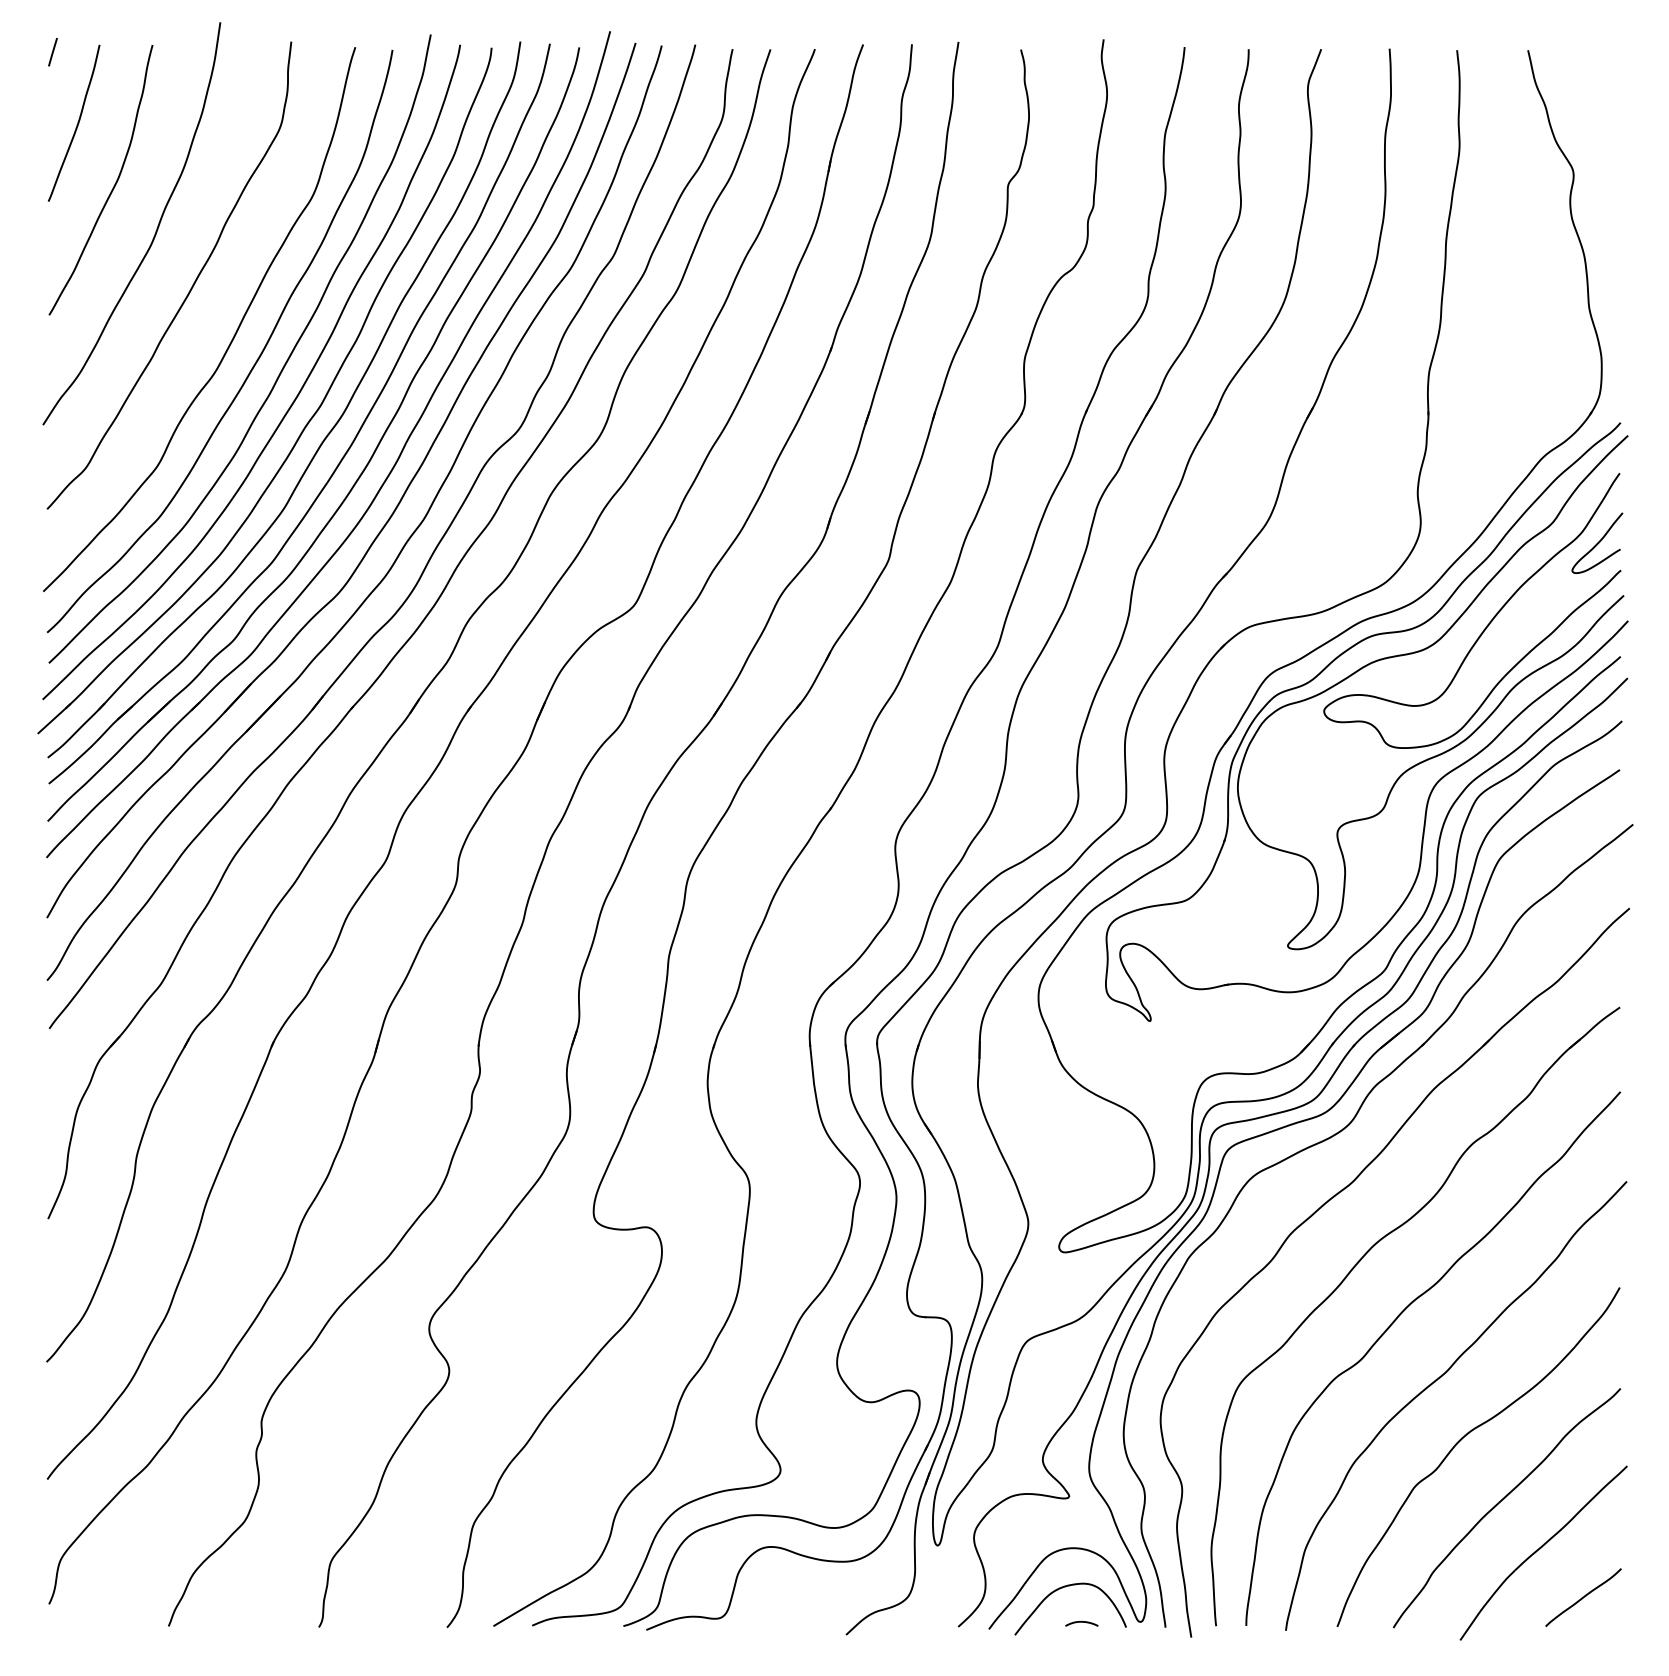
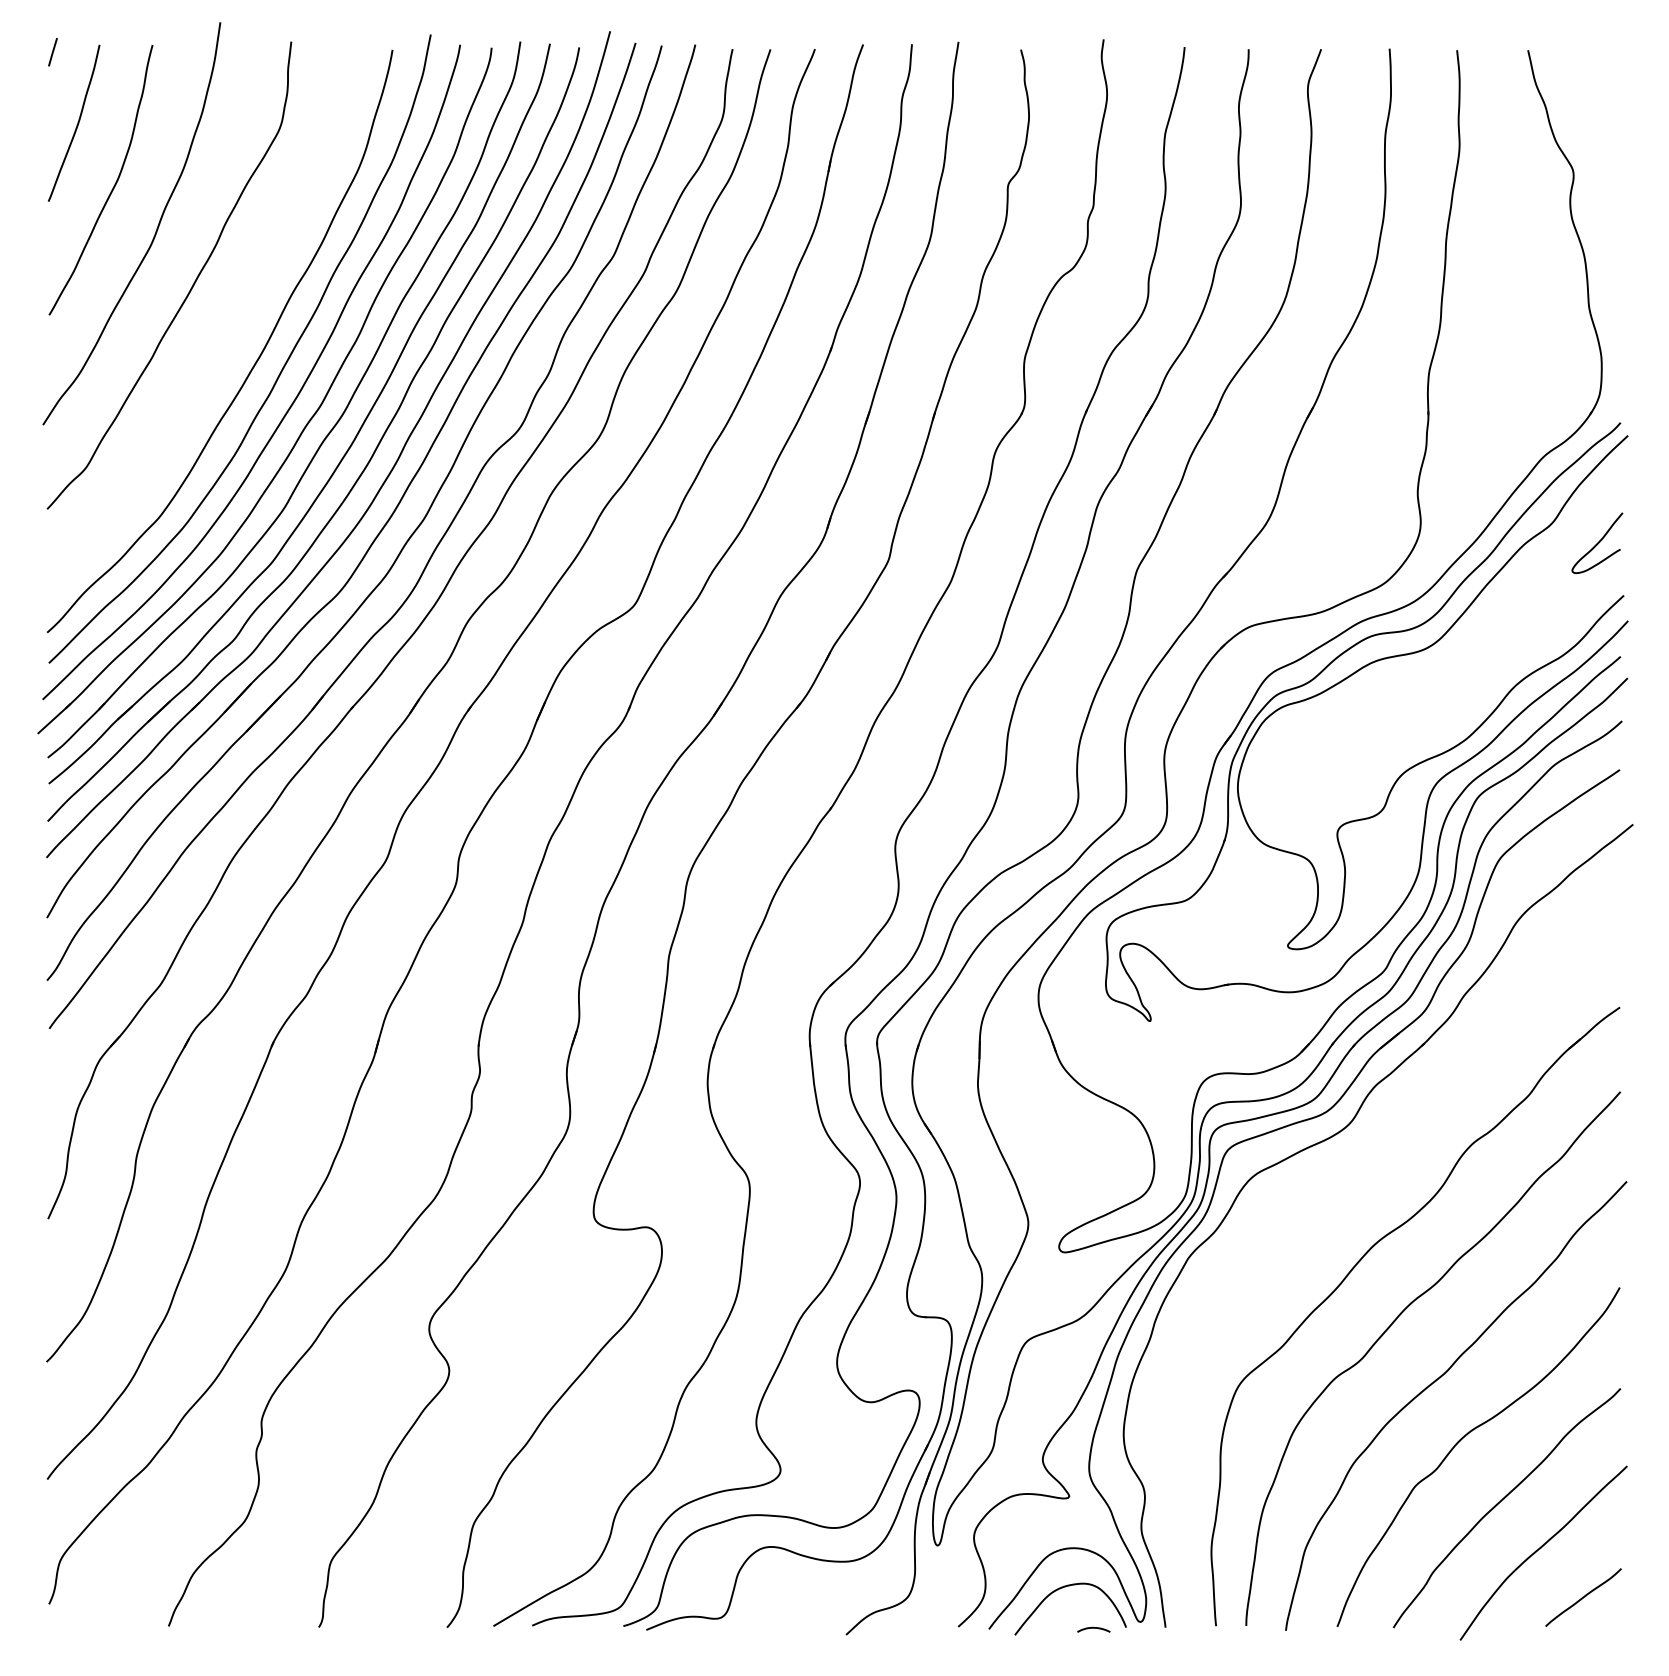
curve at (233, 335): present -> none
curve at (1489, 621): present -> none
part at (1333, 1198): present -> none
curve at (1081, 1622) position: (1081, 1622) -> (1093, 1628)
